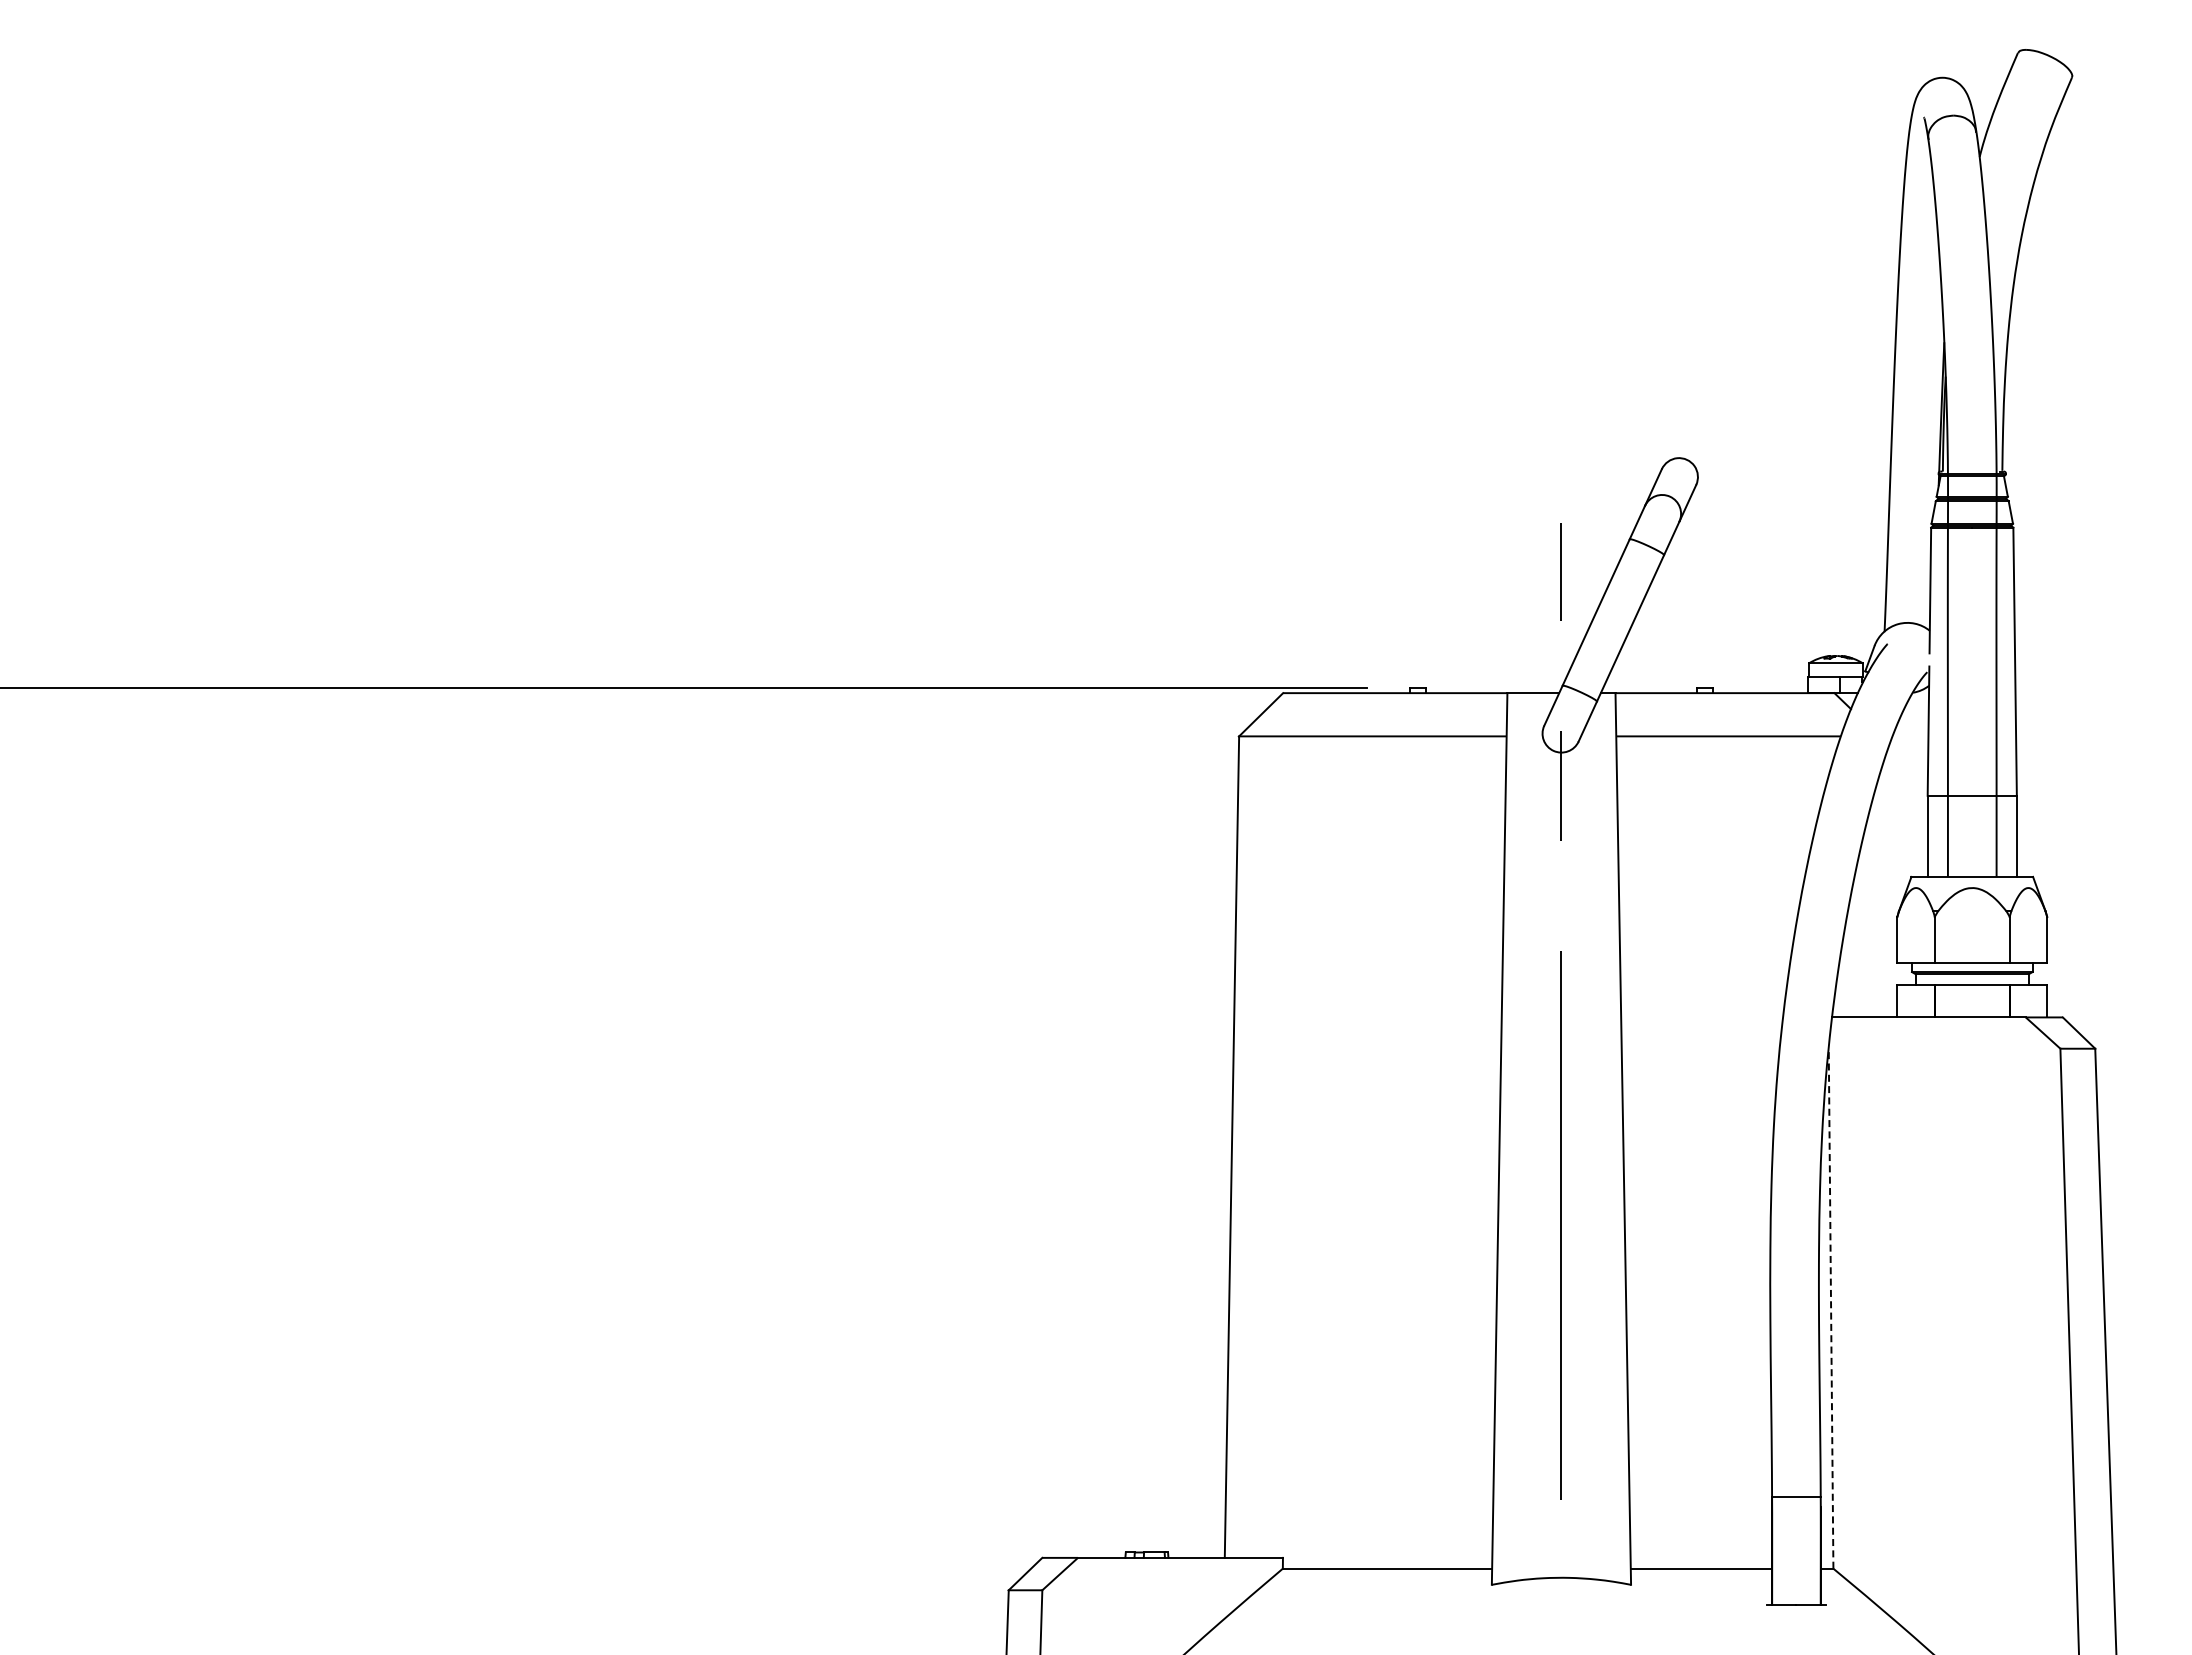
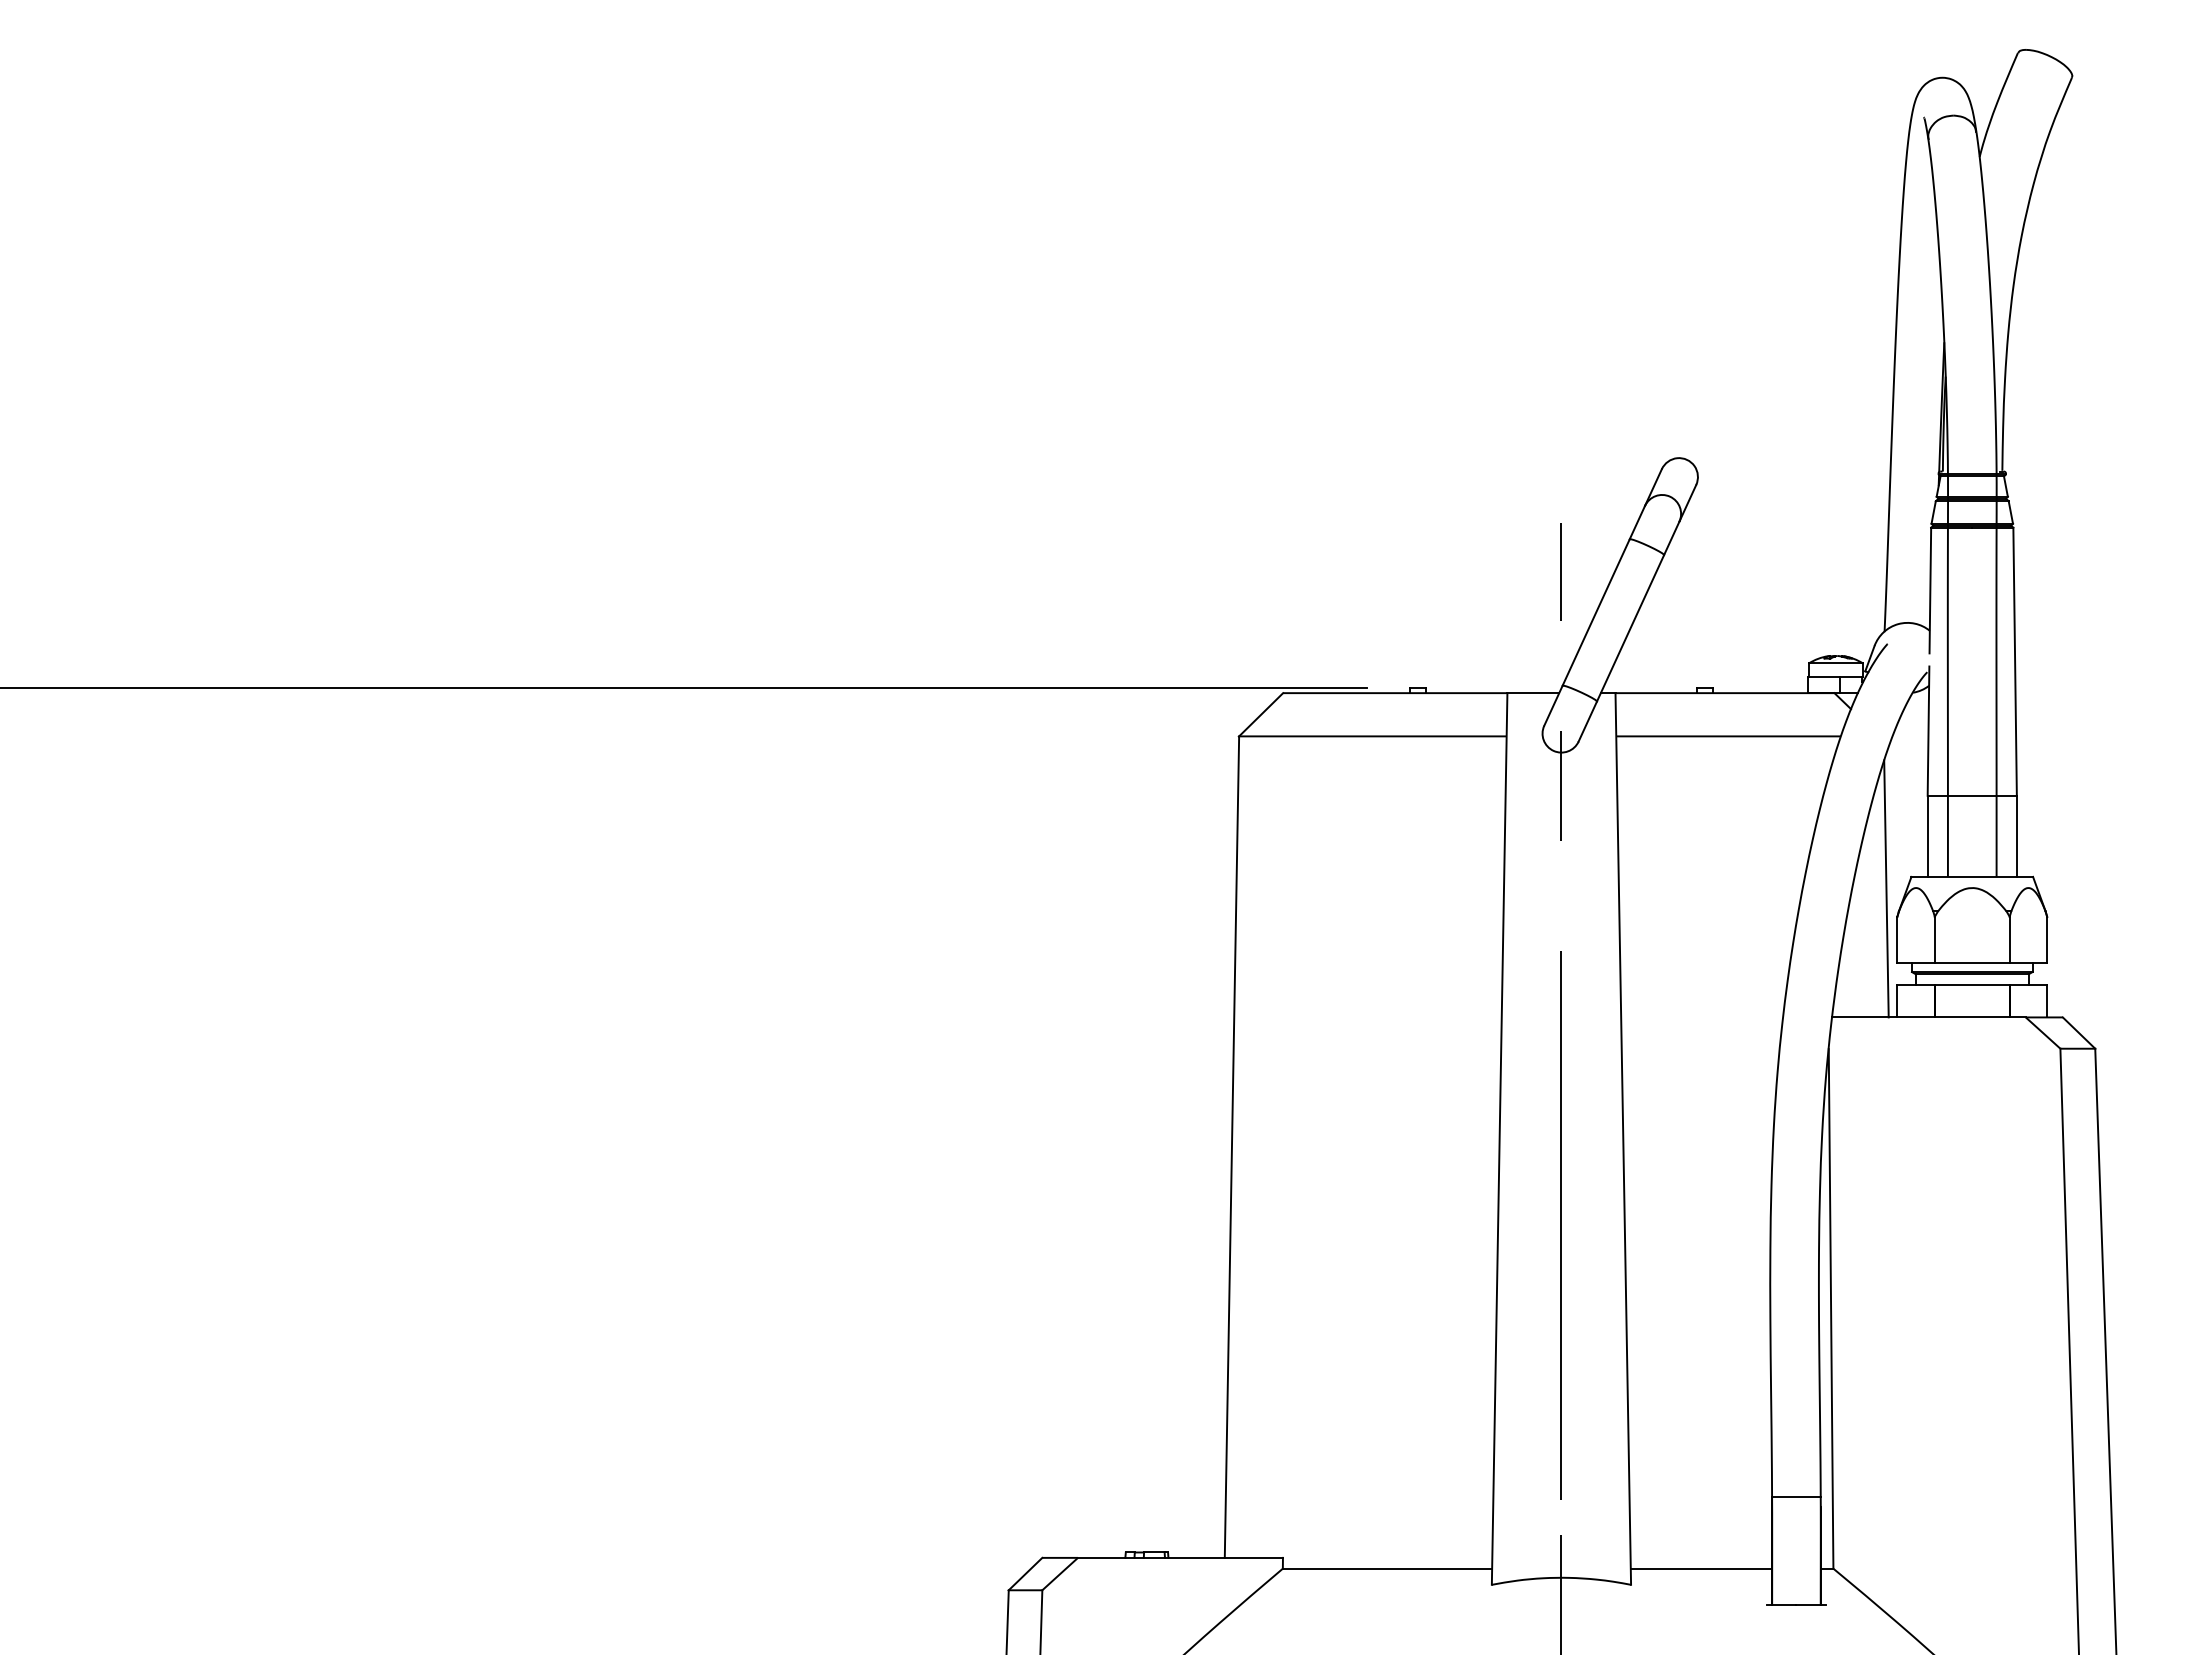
line at (1886, 888): none -> present
line at (1831, 1308): dashed -> solid
line at (1561, 1593): none -> present
